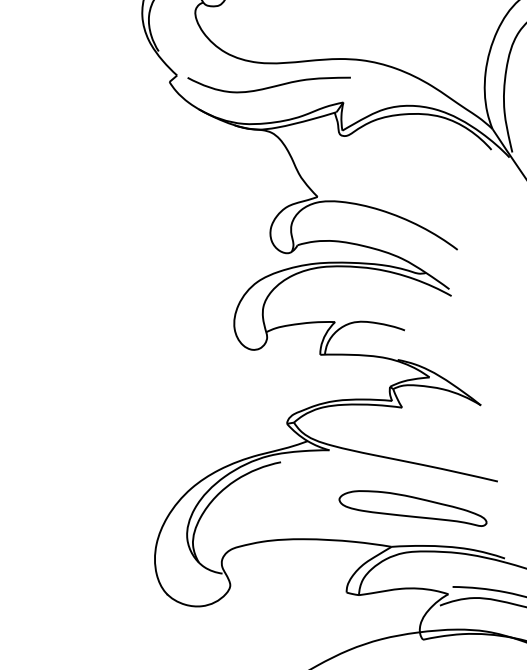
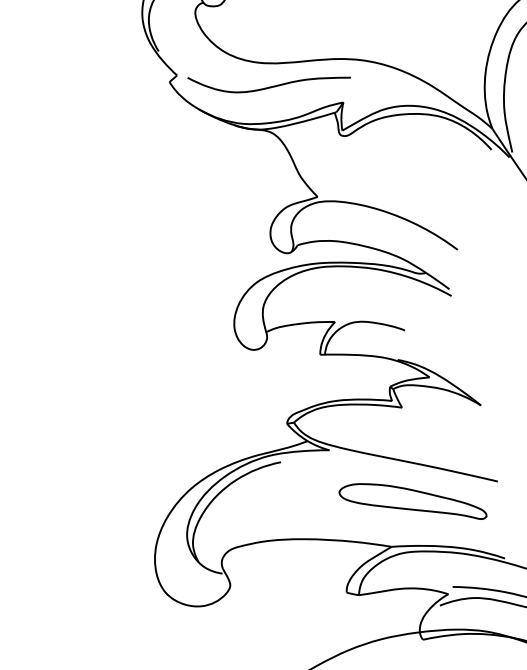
part at (412, 508) position: (412, 508) -> (412, 501)
